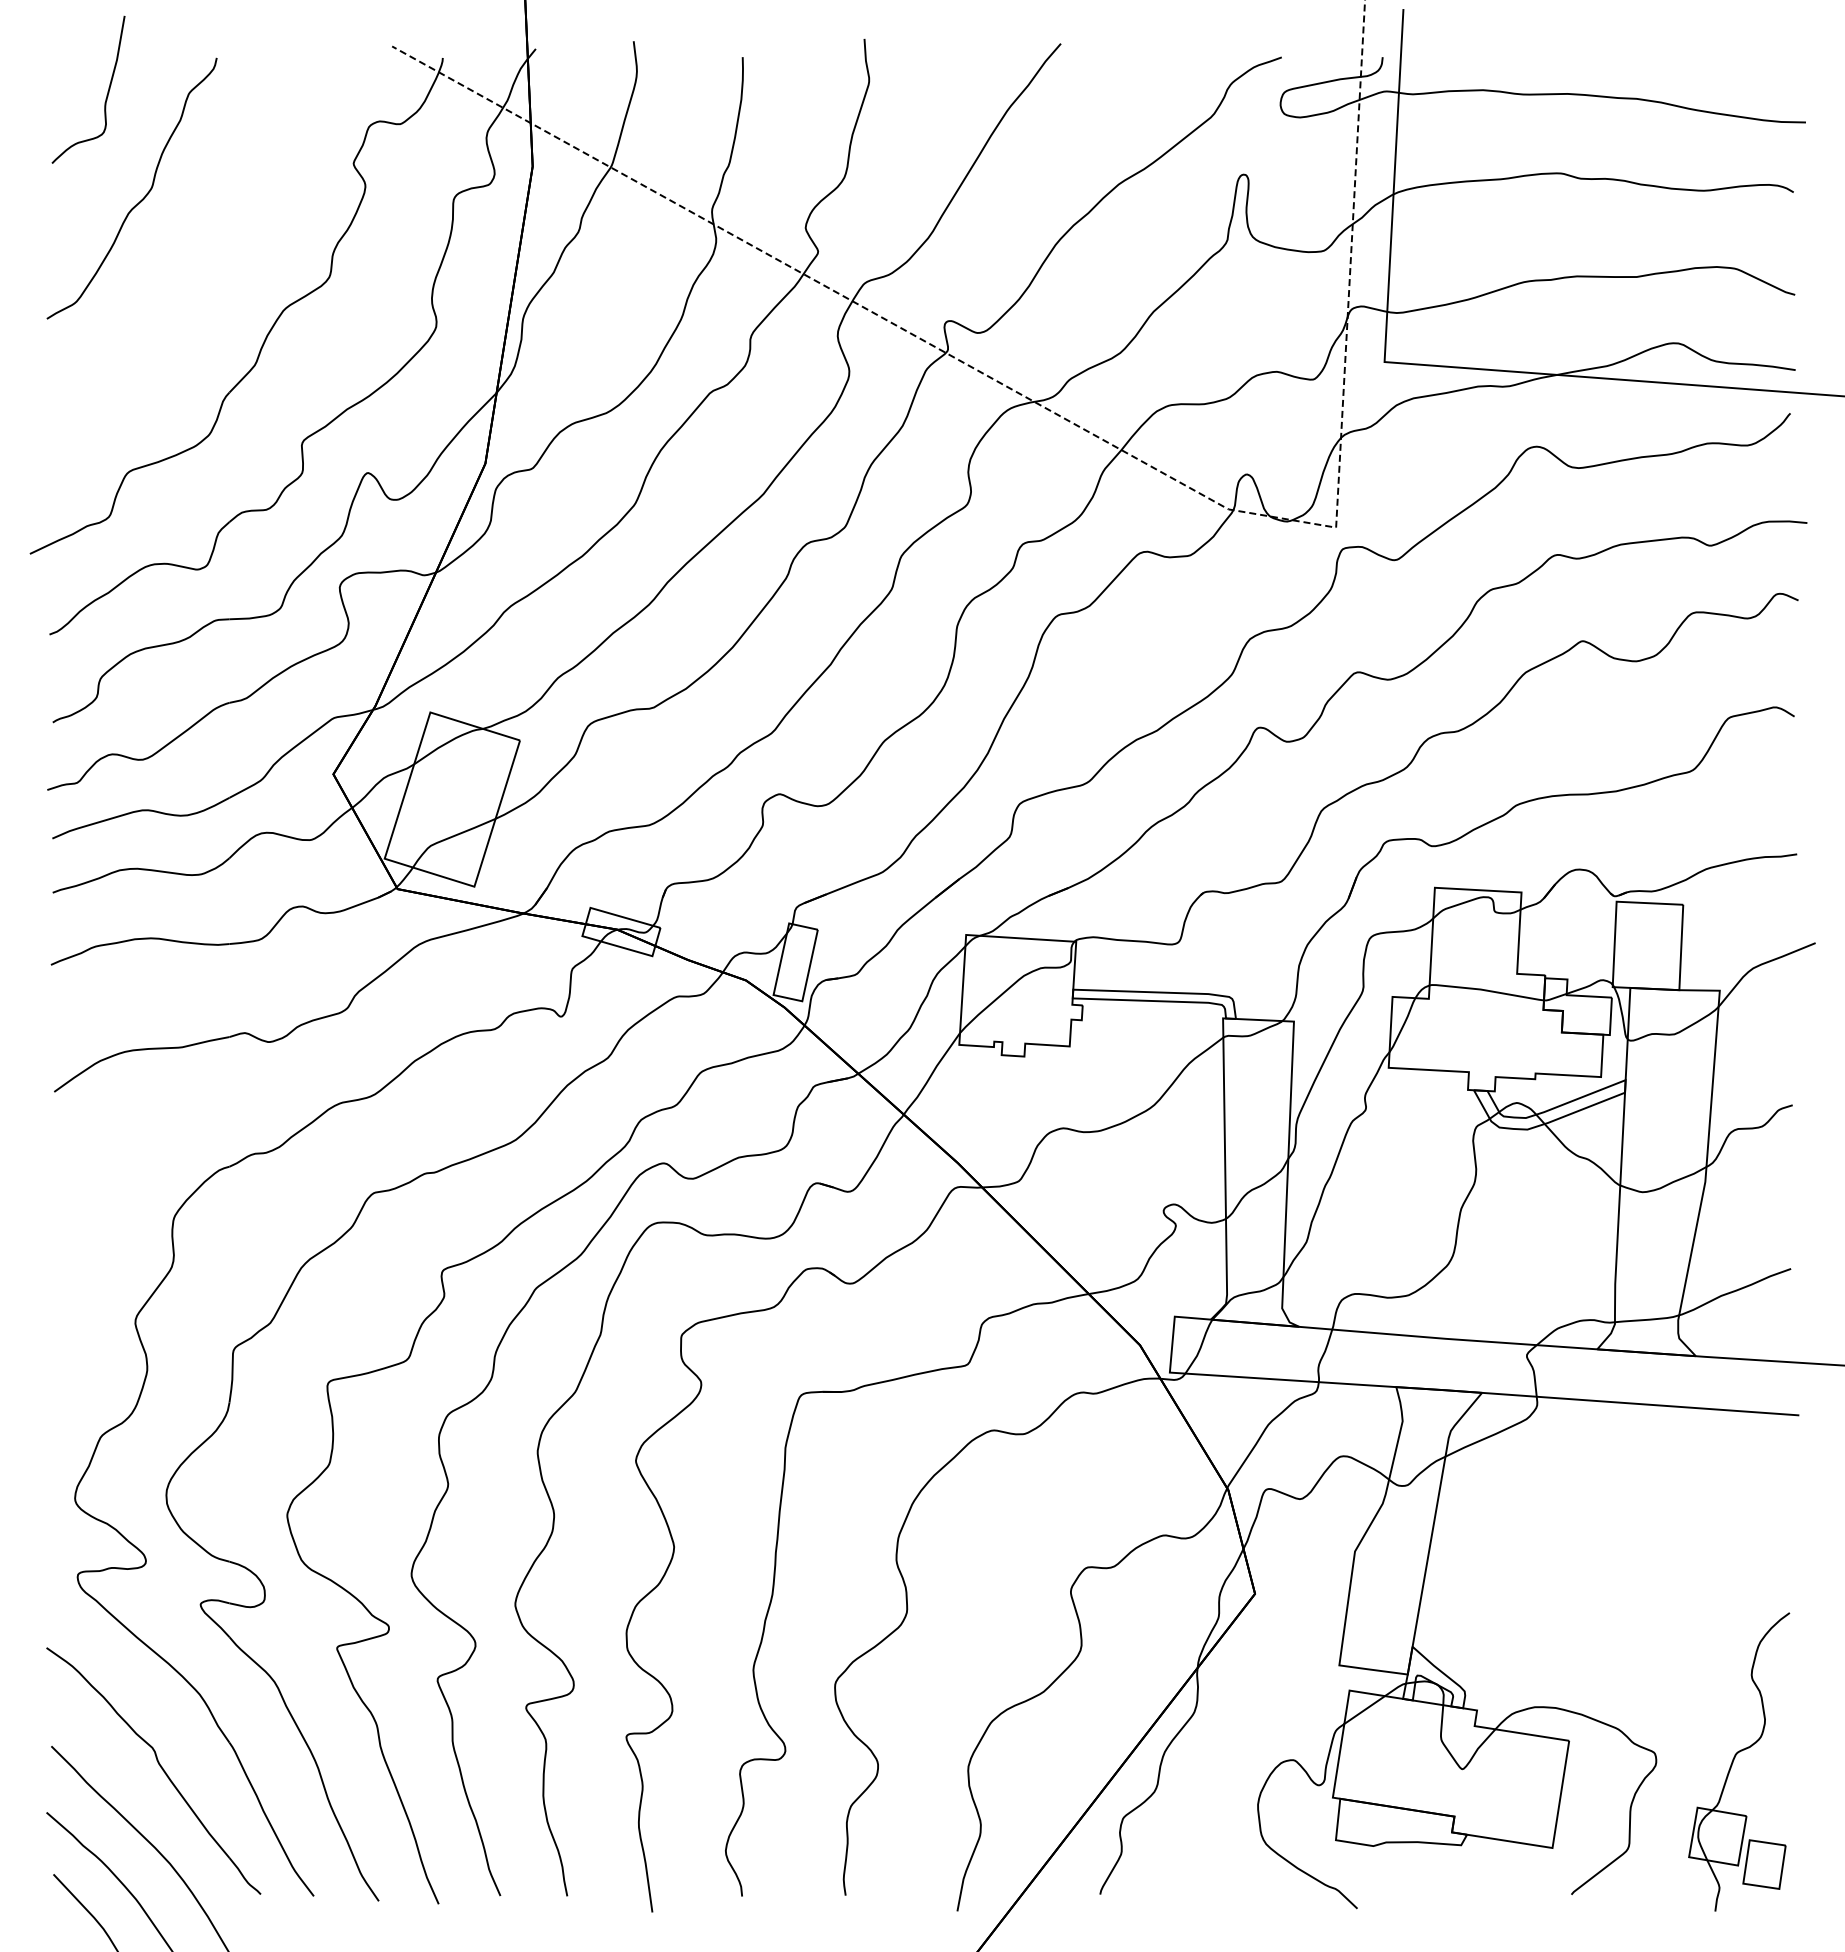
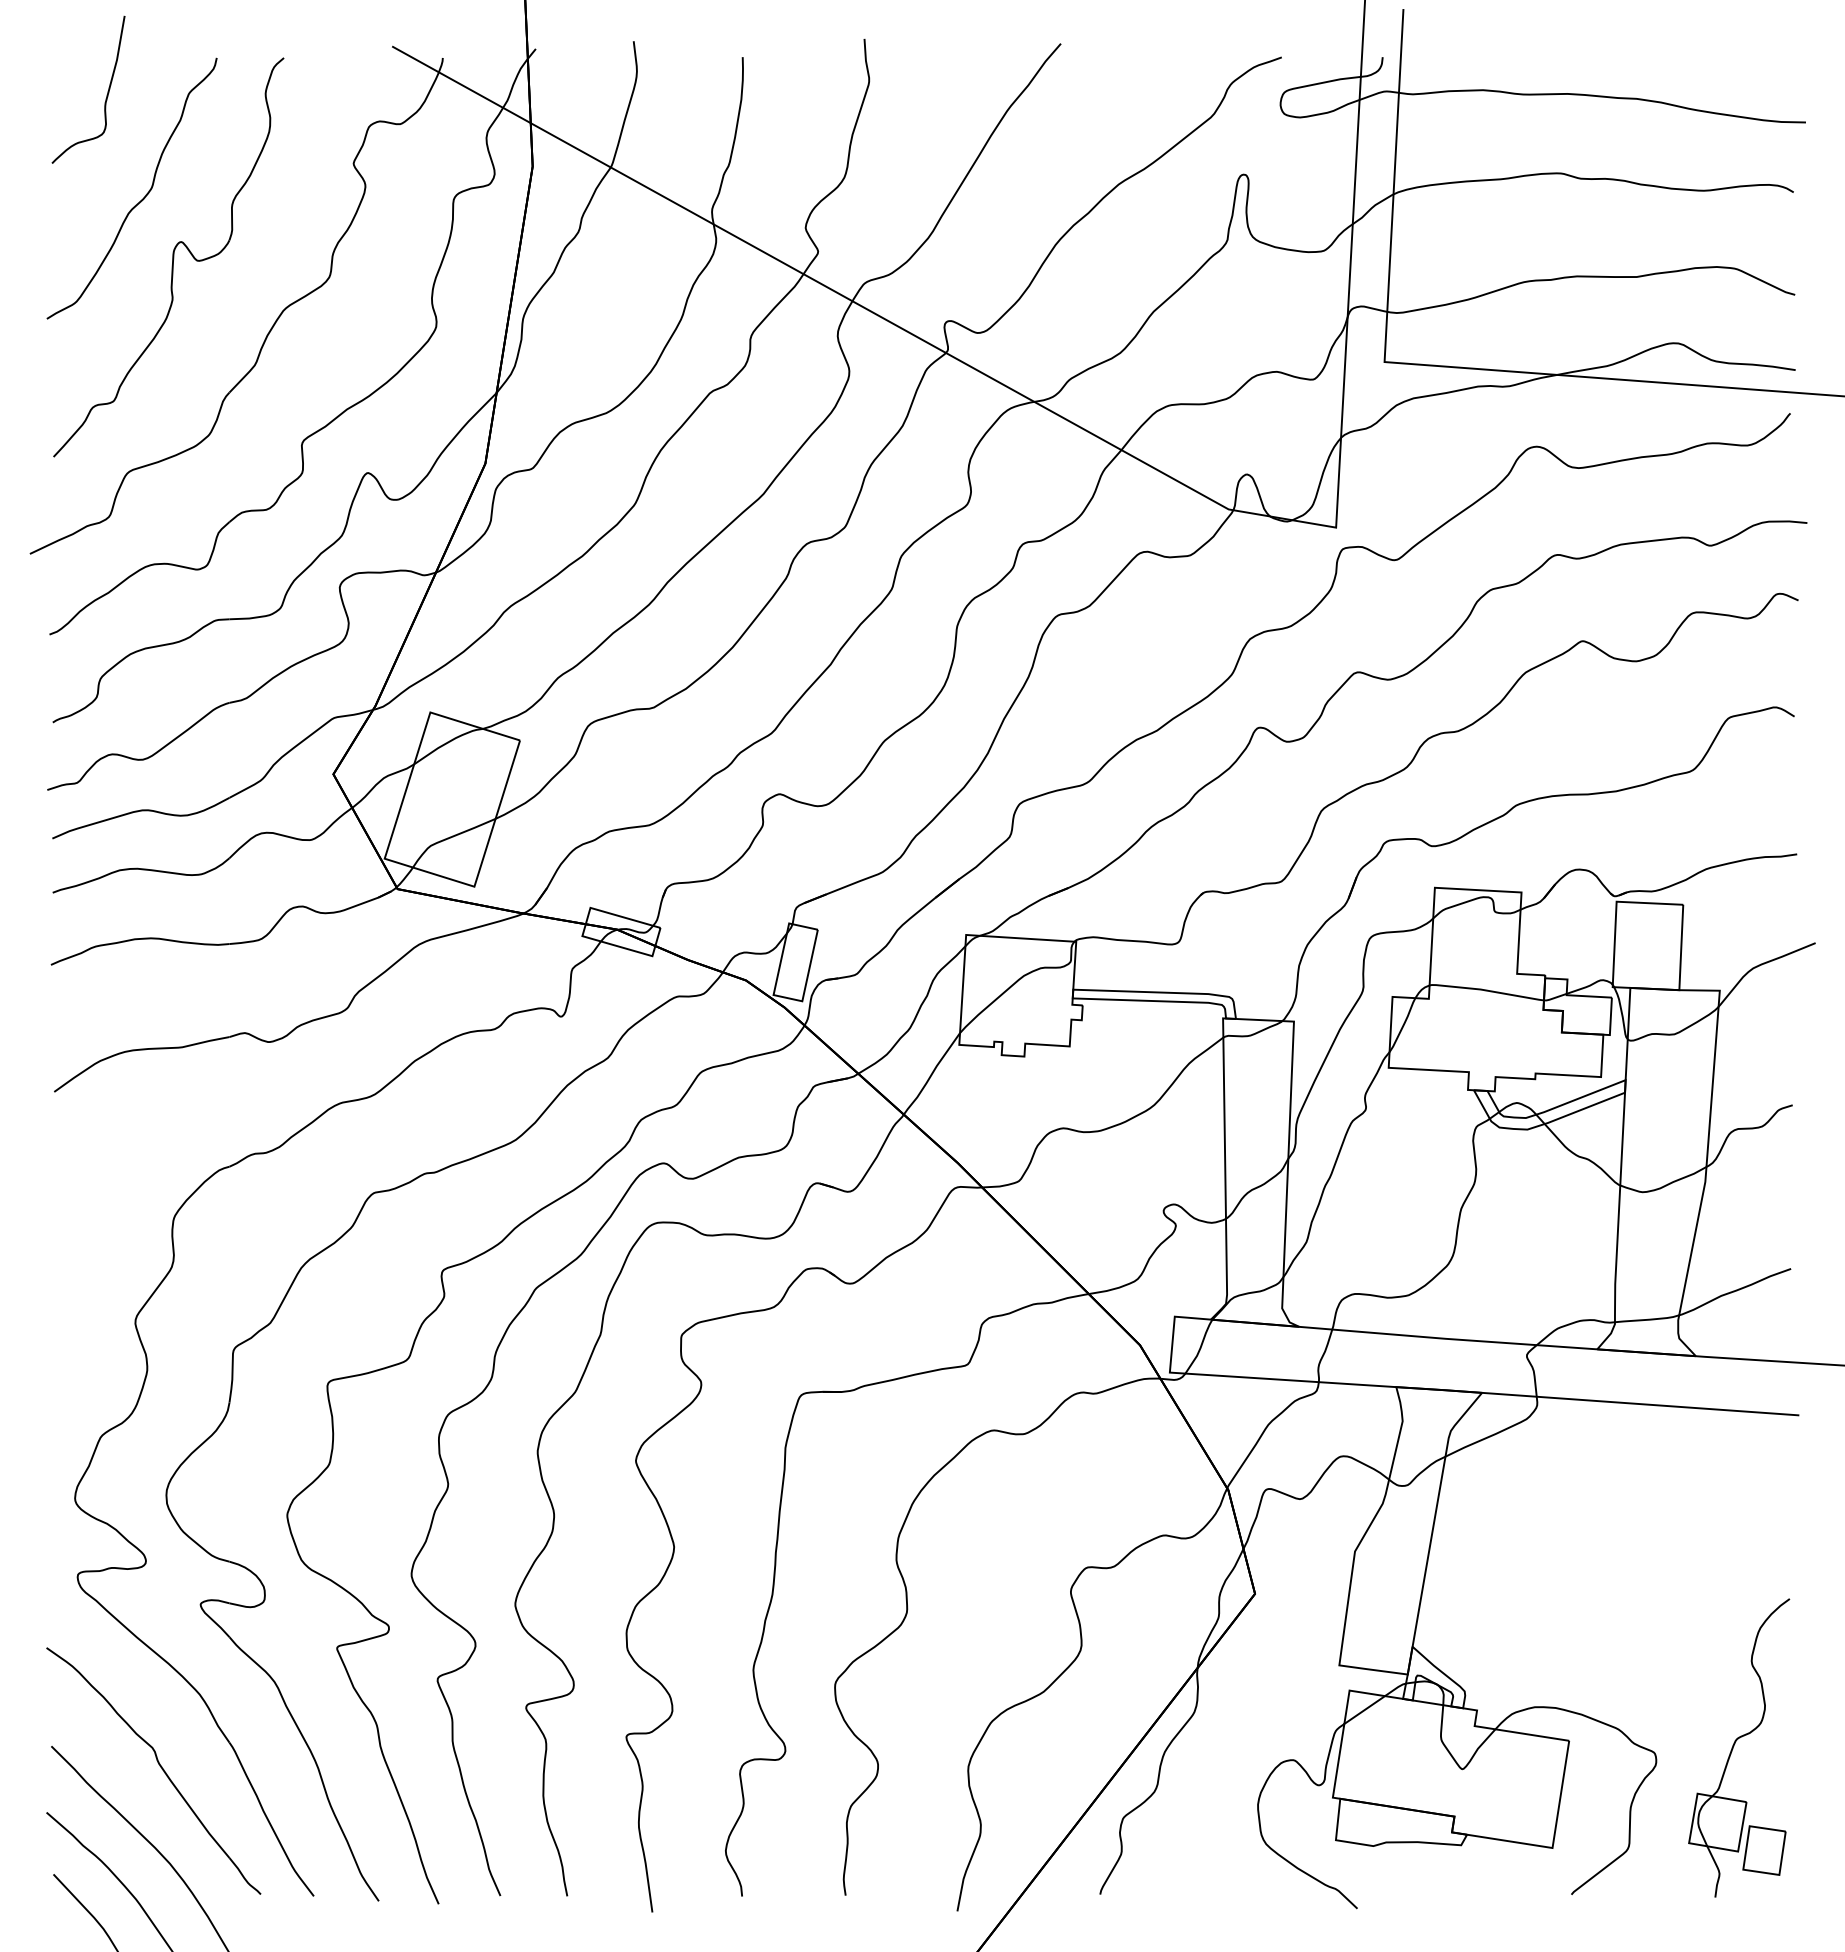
part at (168, 257): none -> present
line at (1089, 432): dashed -> solid
part at (1739, 1761) position: (1739, 1761) -> (1739, 1747)
